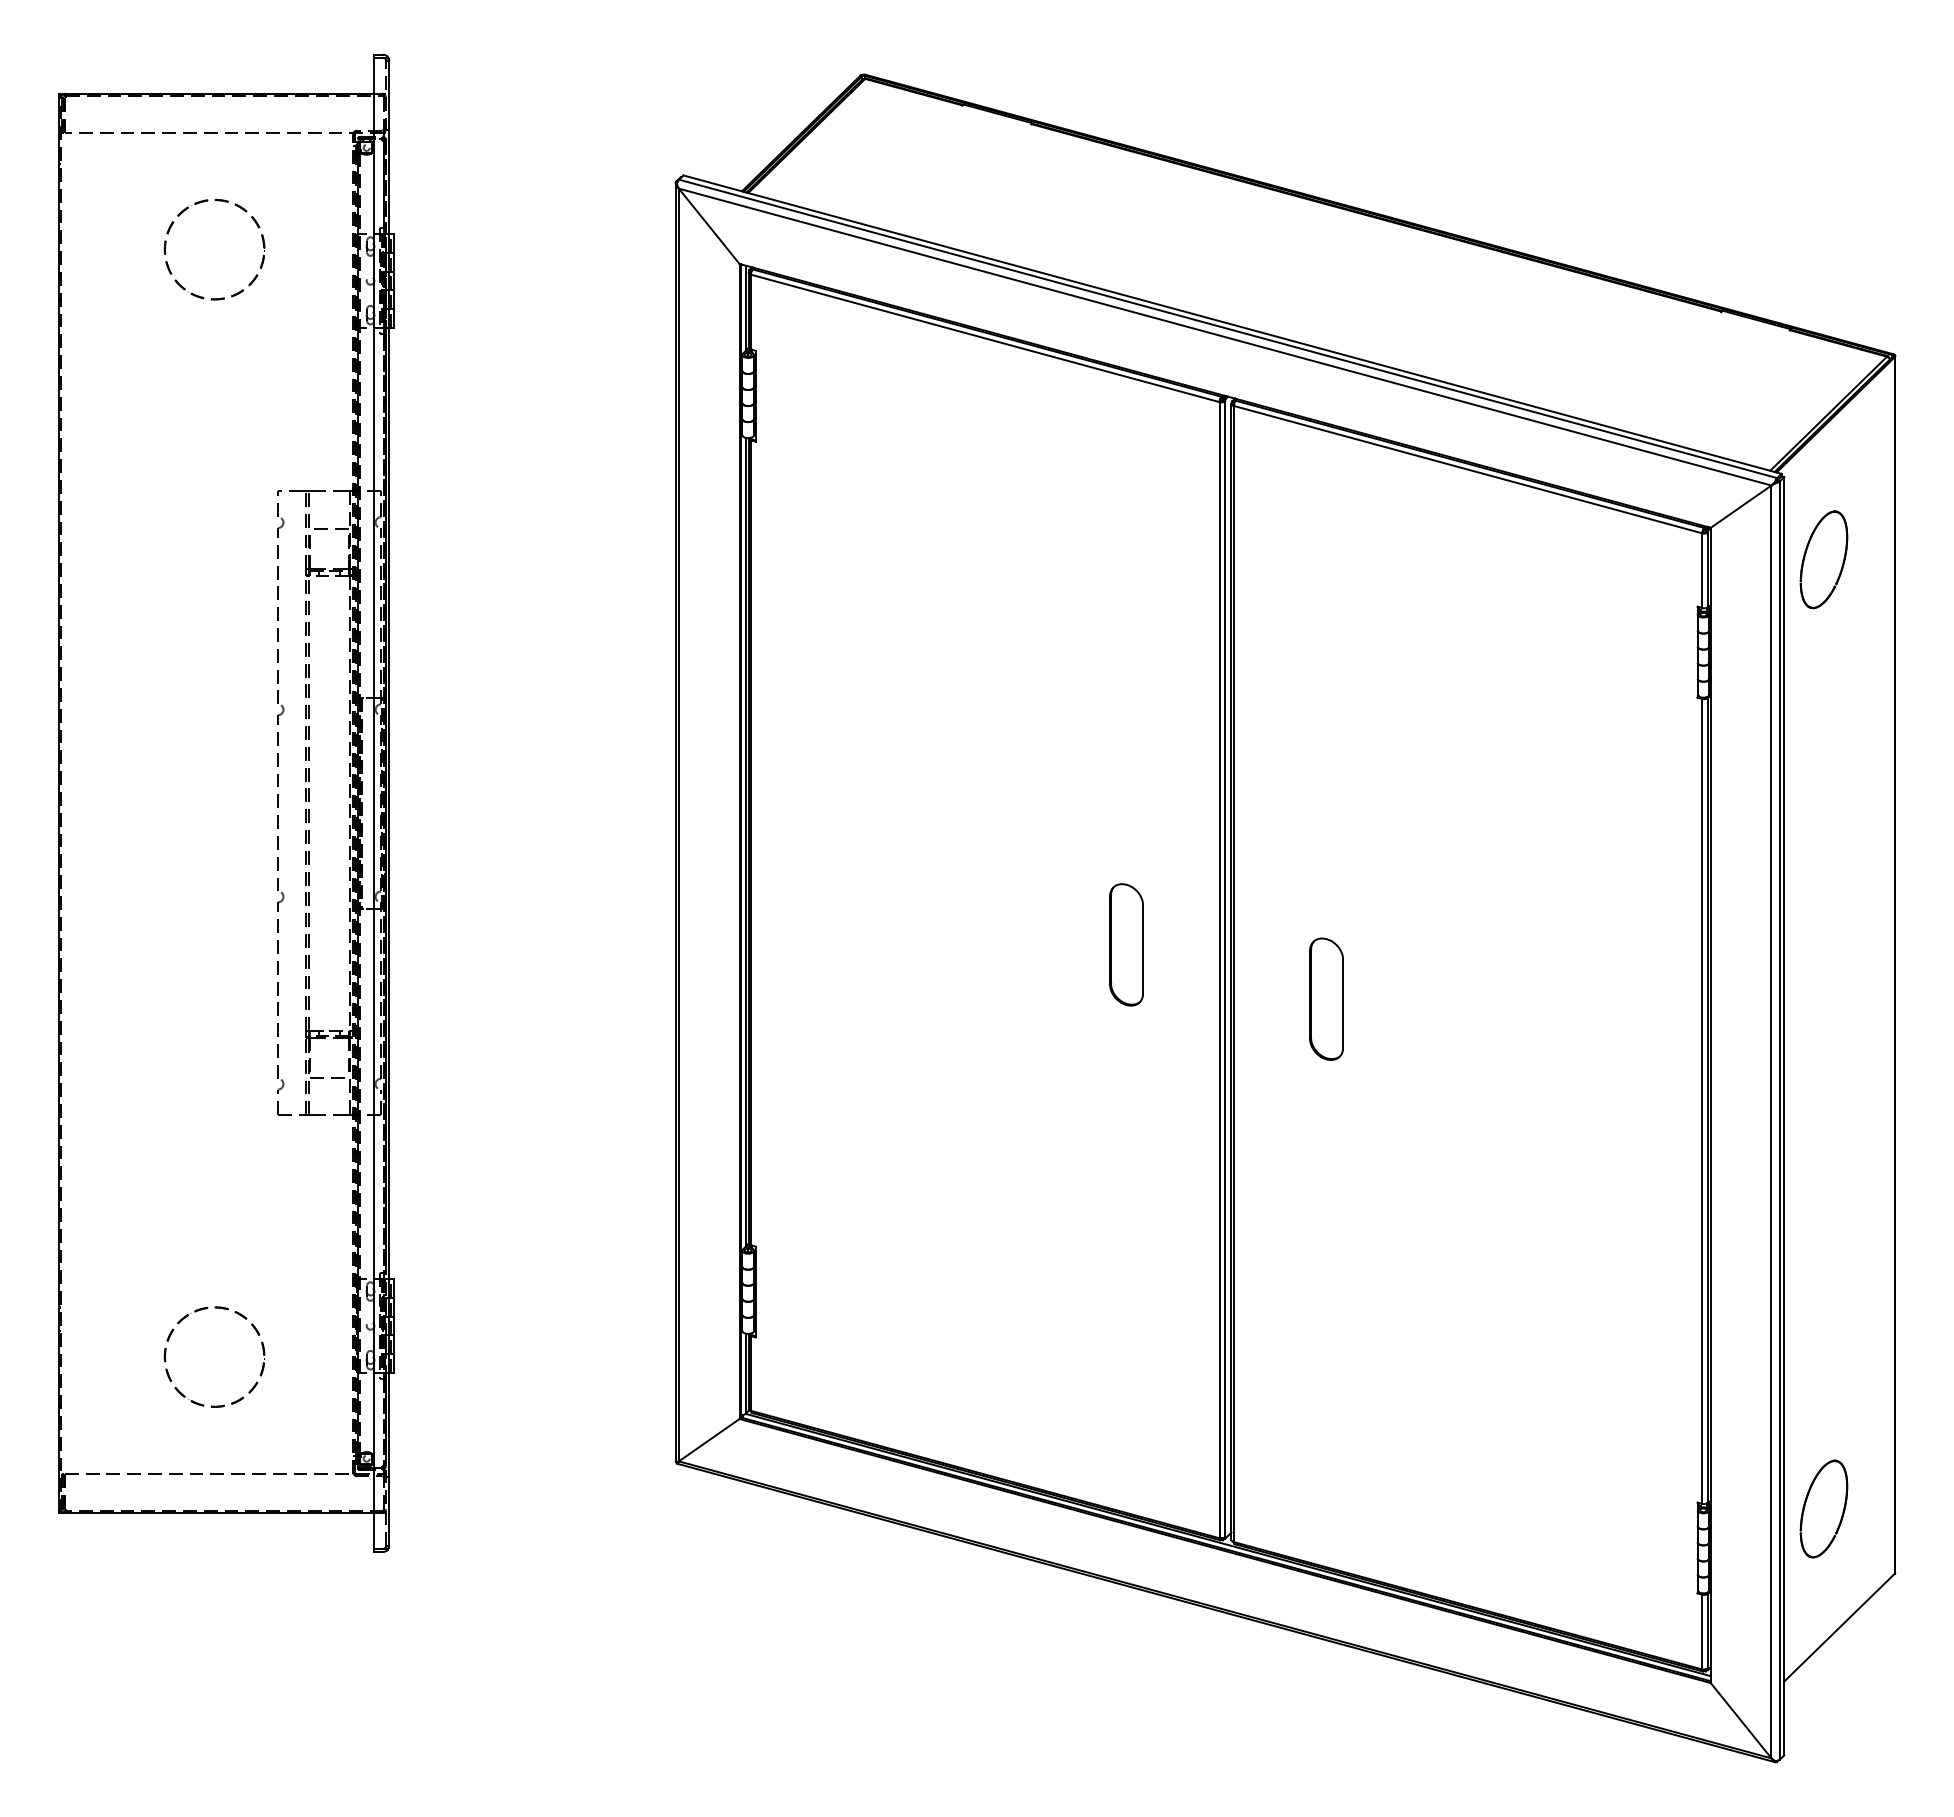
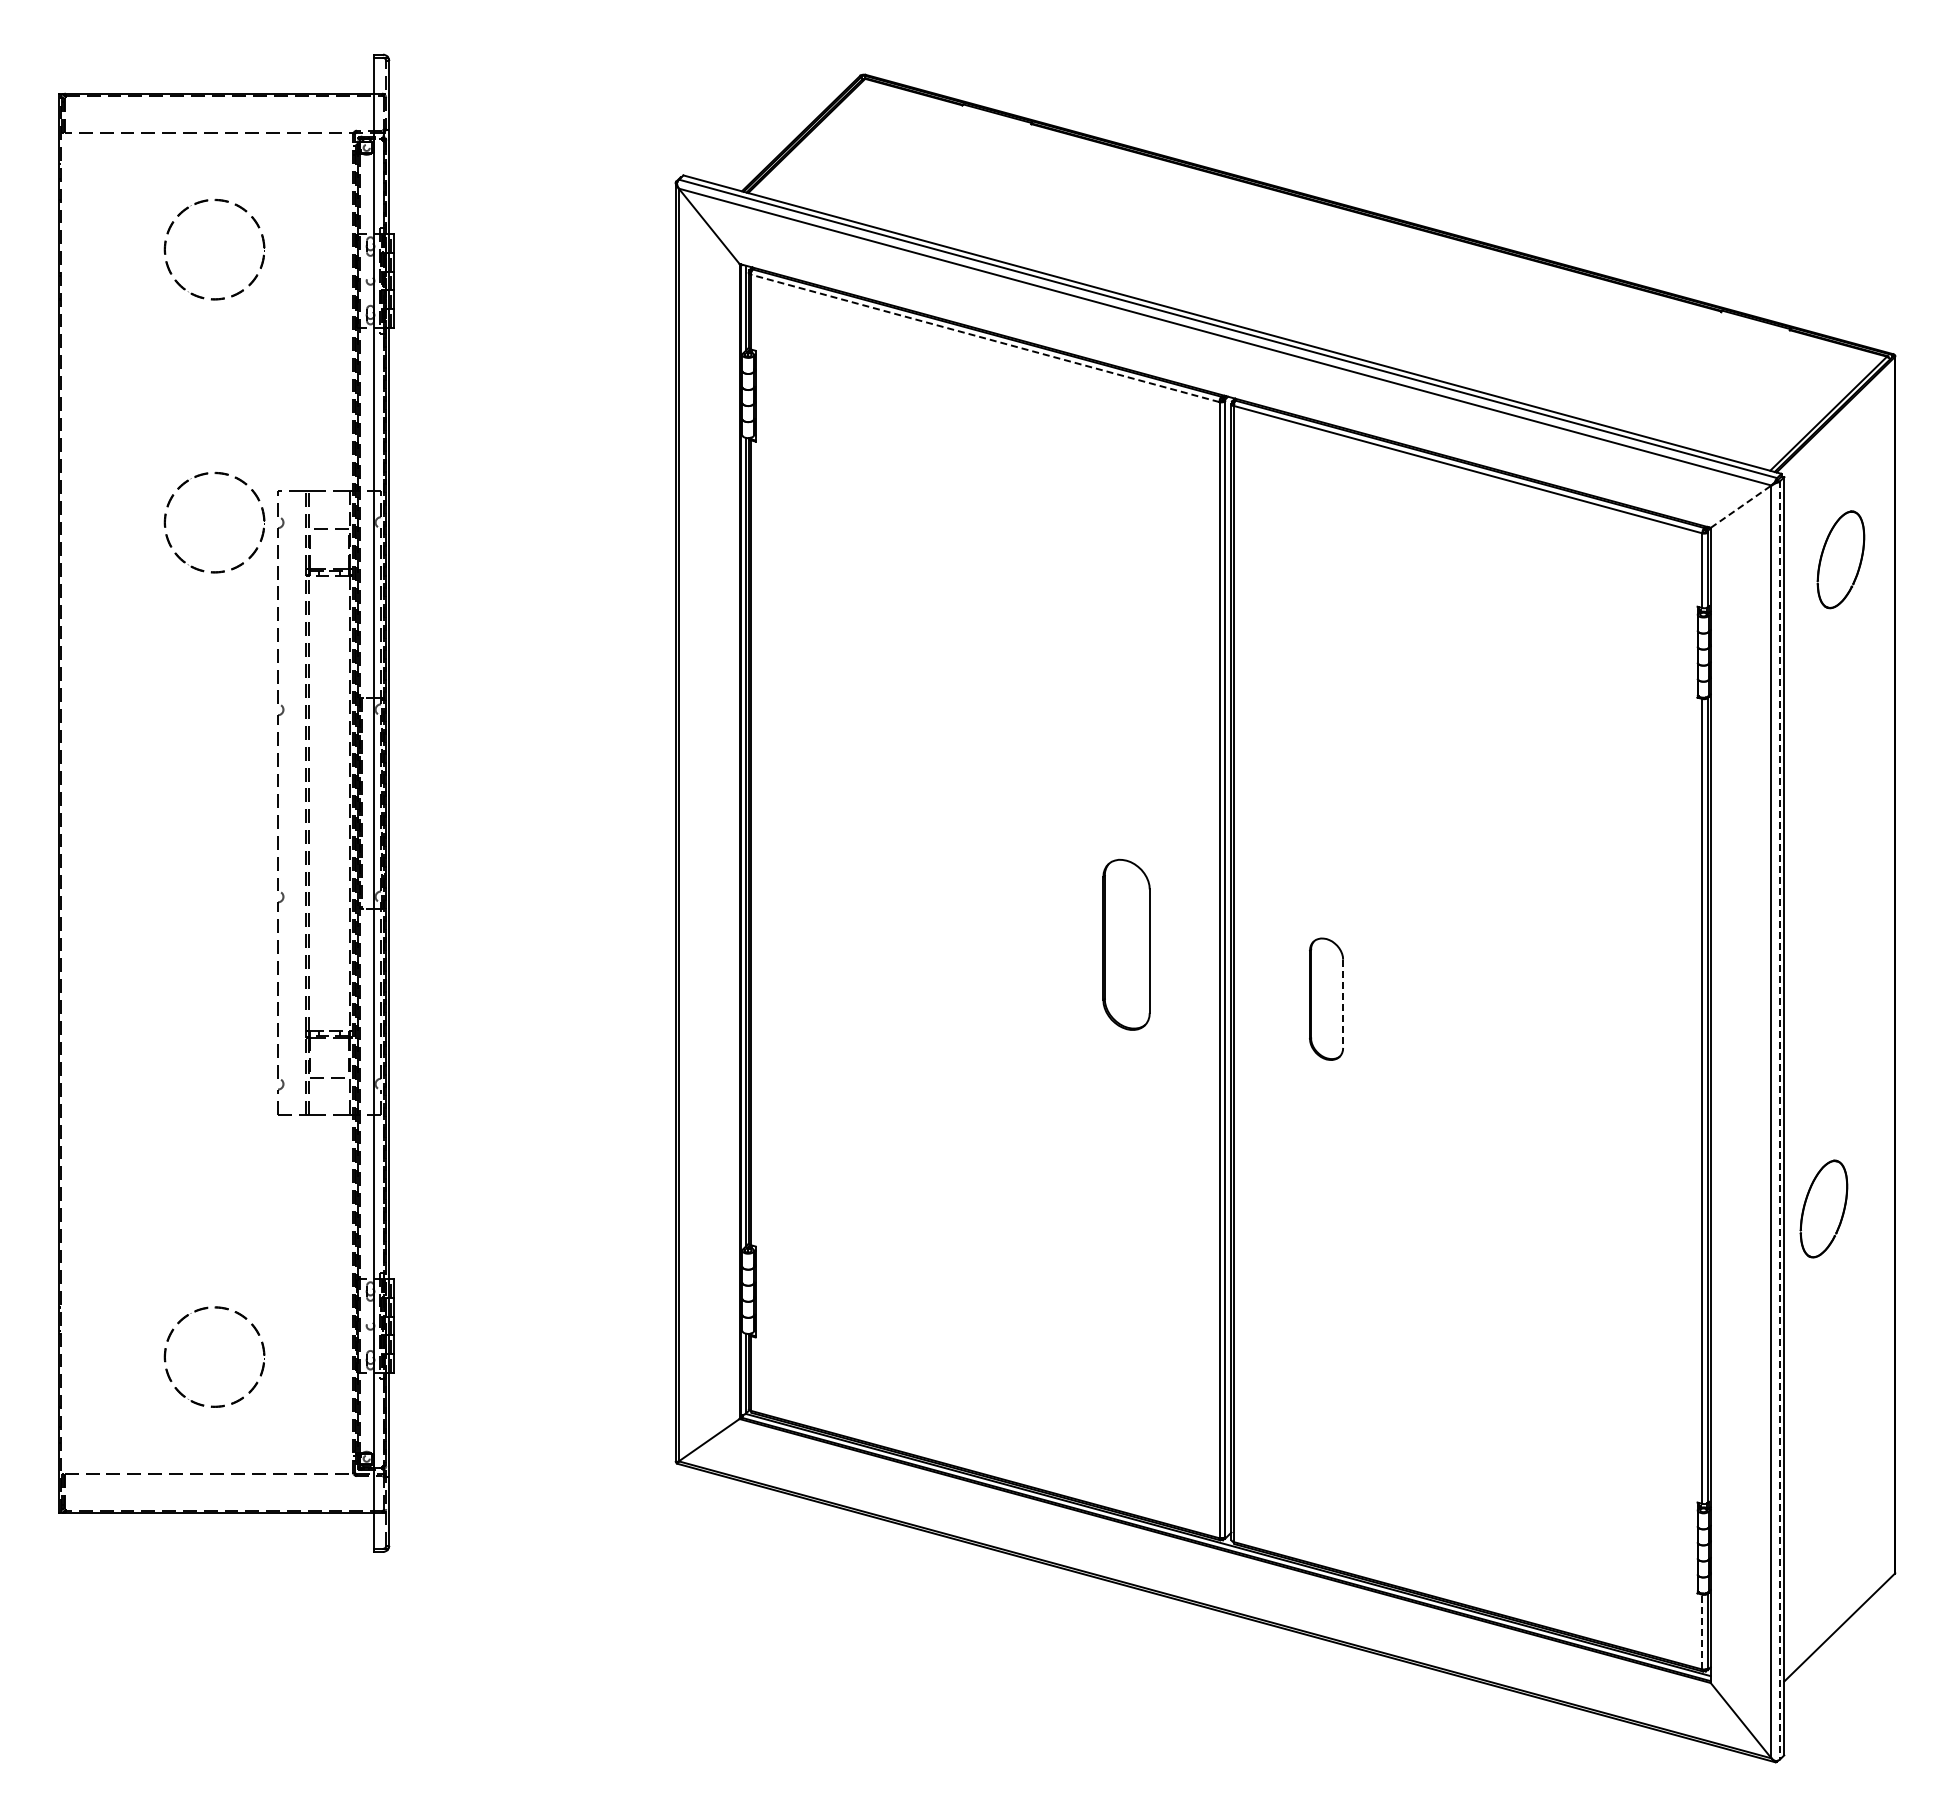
line at (985, 338): solid -> dashed
part at (186, 483): none -> present
line at (1741, 506): solid -> dashed
part at (1823, 559) position: (1823, 559) -> (1840, 559)
part at (1126, 944) size: 35x124 px -> 49x173 px
line at (1343, 1004): solid -> dashed
line at (1779, 1121): solid -> dashed
part at (1823, 1508) position: (1823, 1508) -> (1823, 1208)
line at (1702, 1631): solid -> dashed
